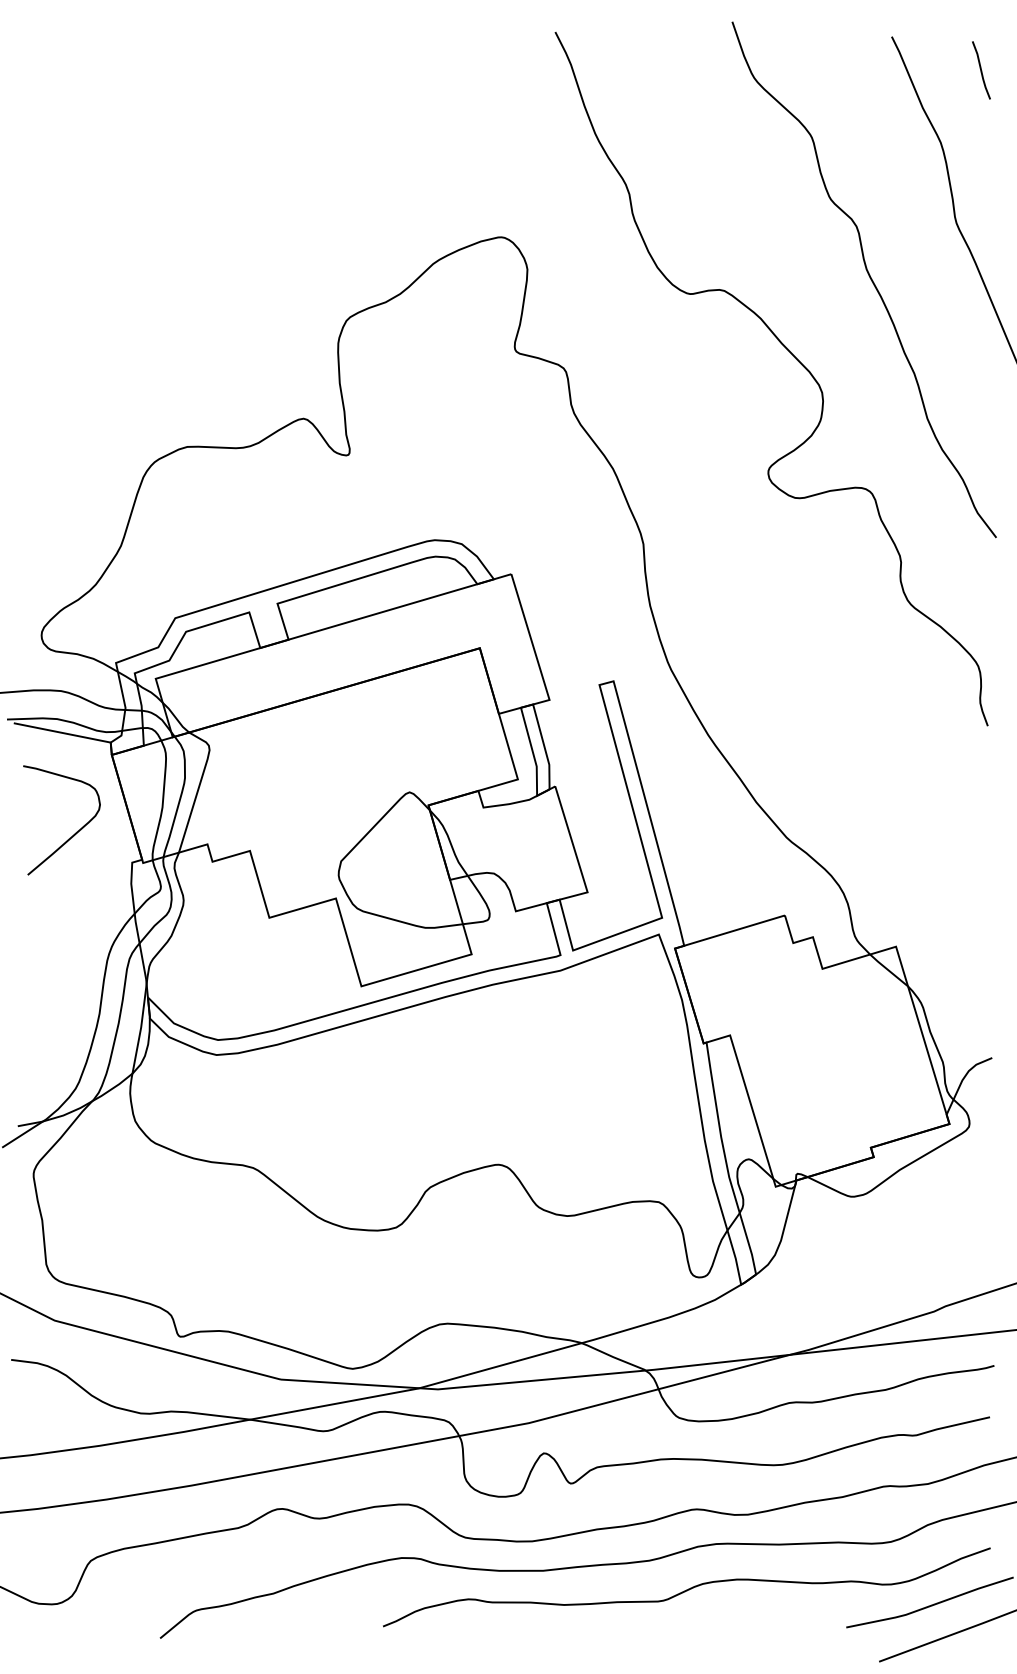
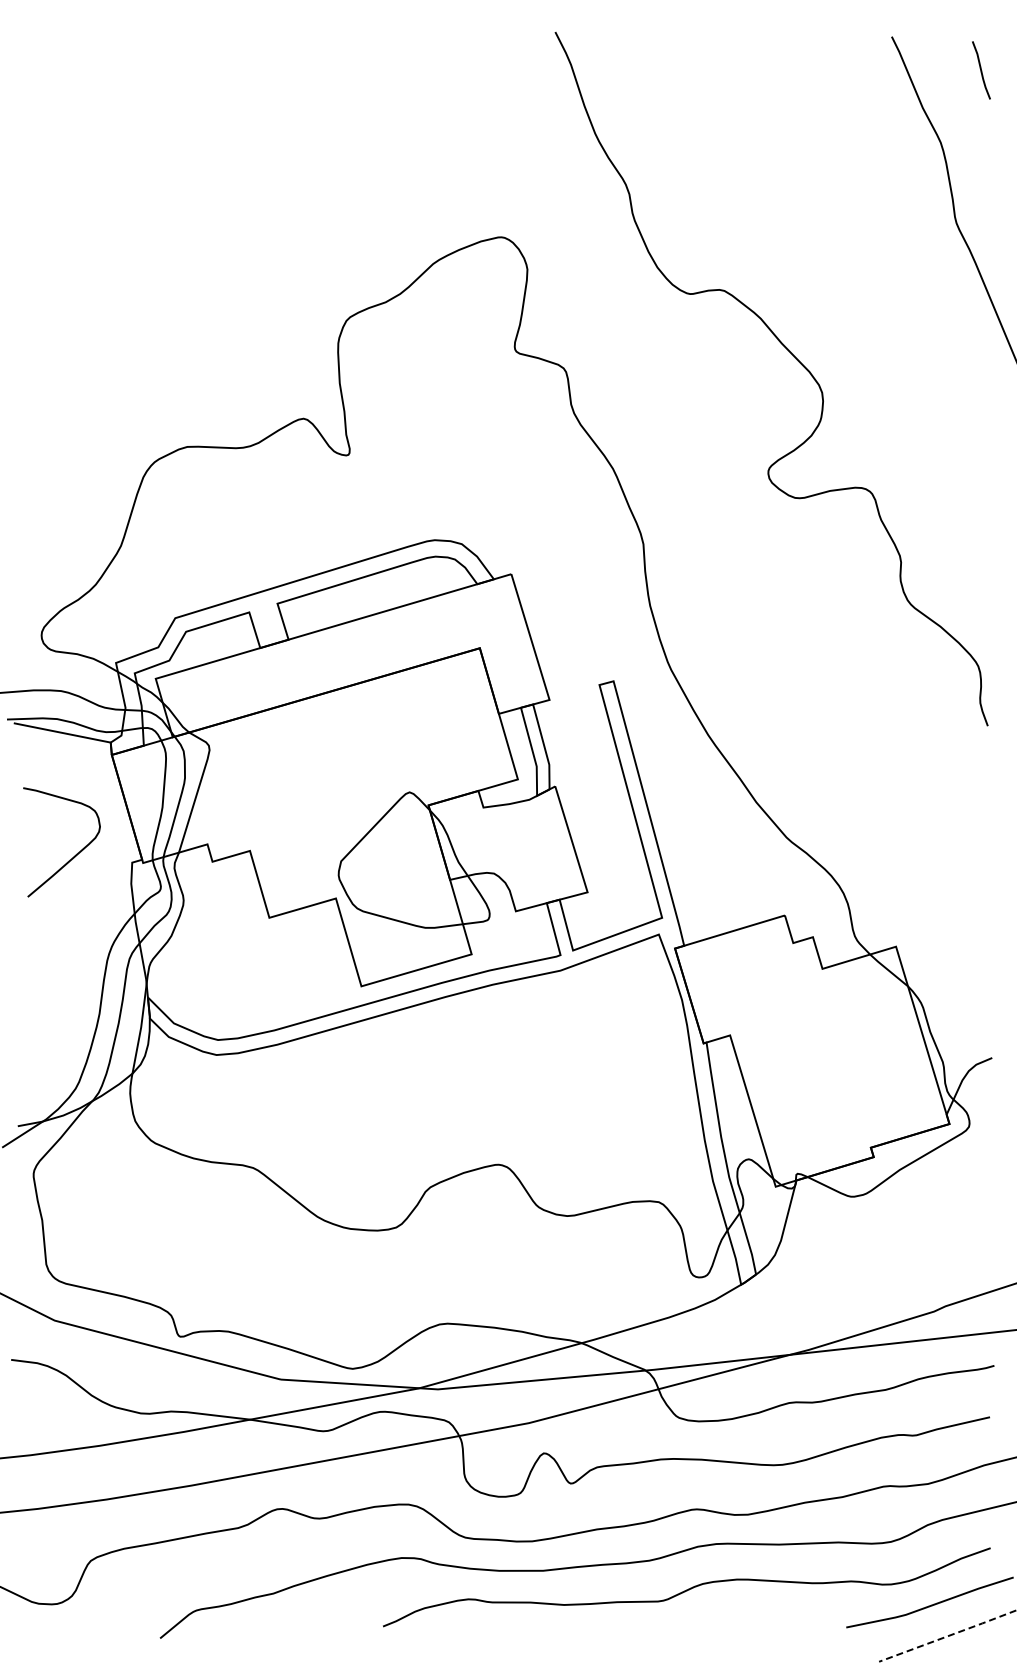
curve at (869, 278): present -> none
curve at (74, 833) position: (74, 833) -> (74, 855)
line at (947, 1636): solid -> dashed
